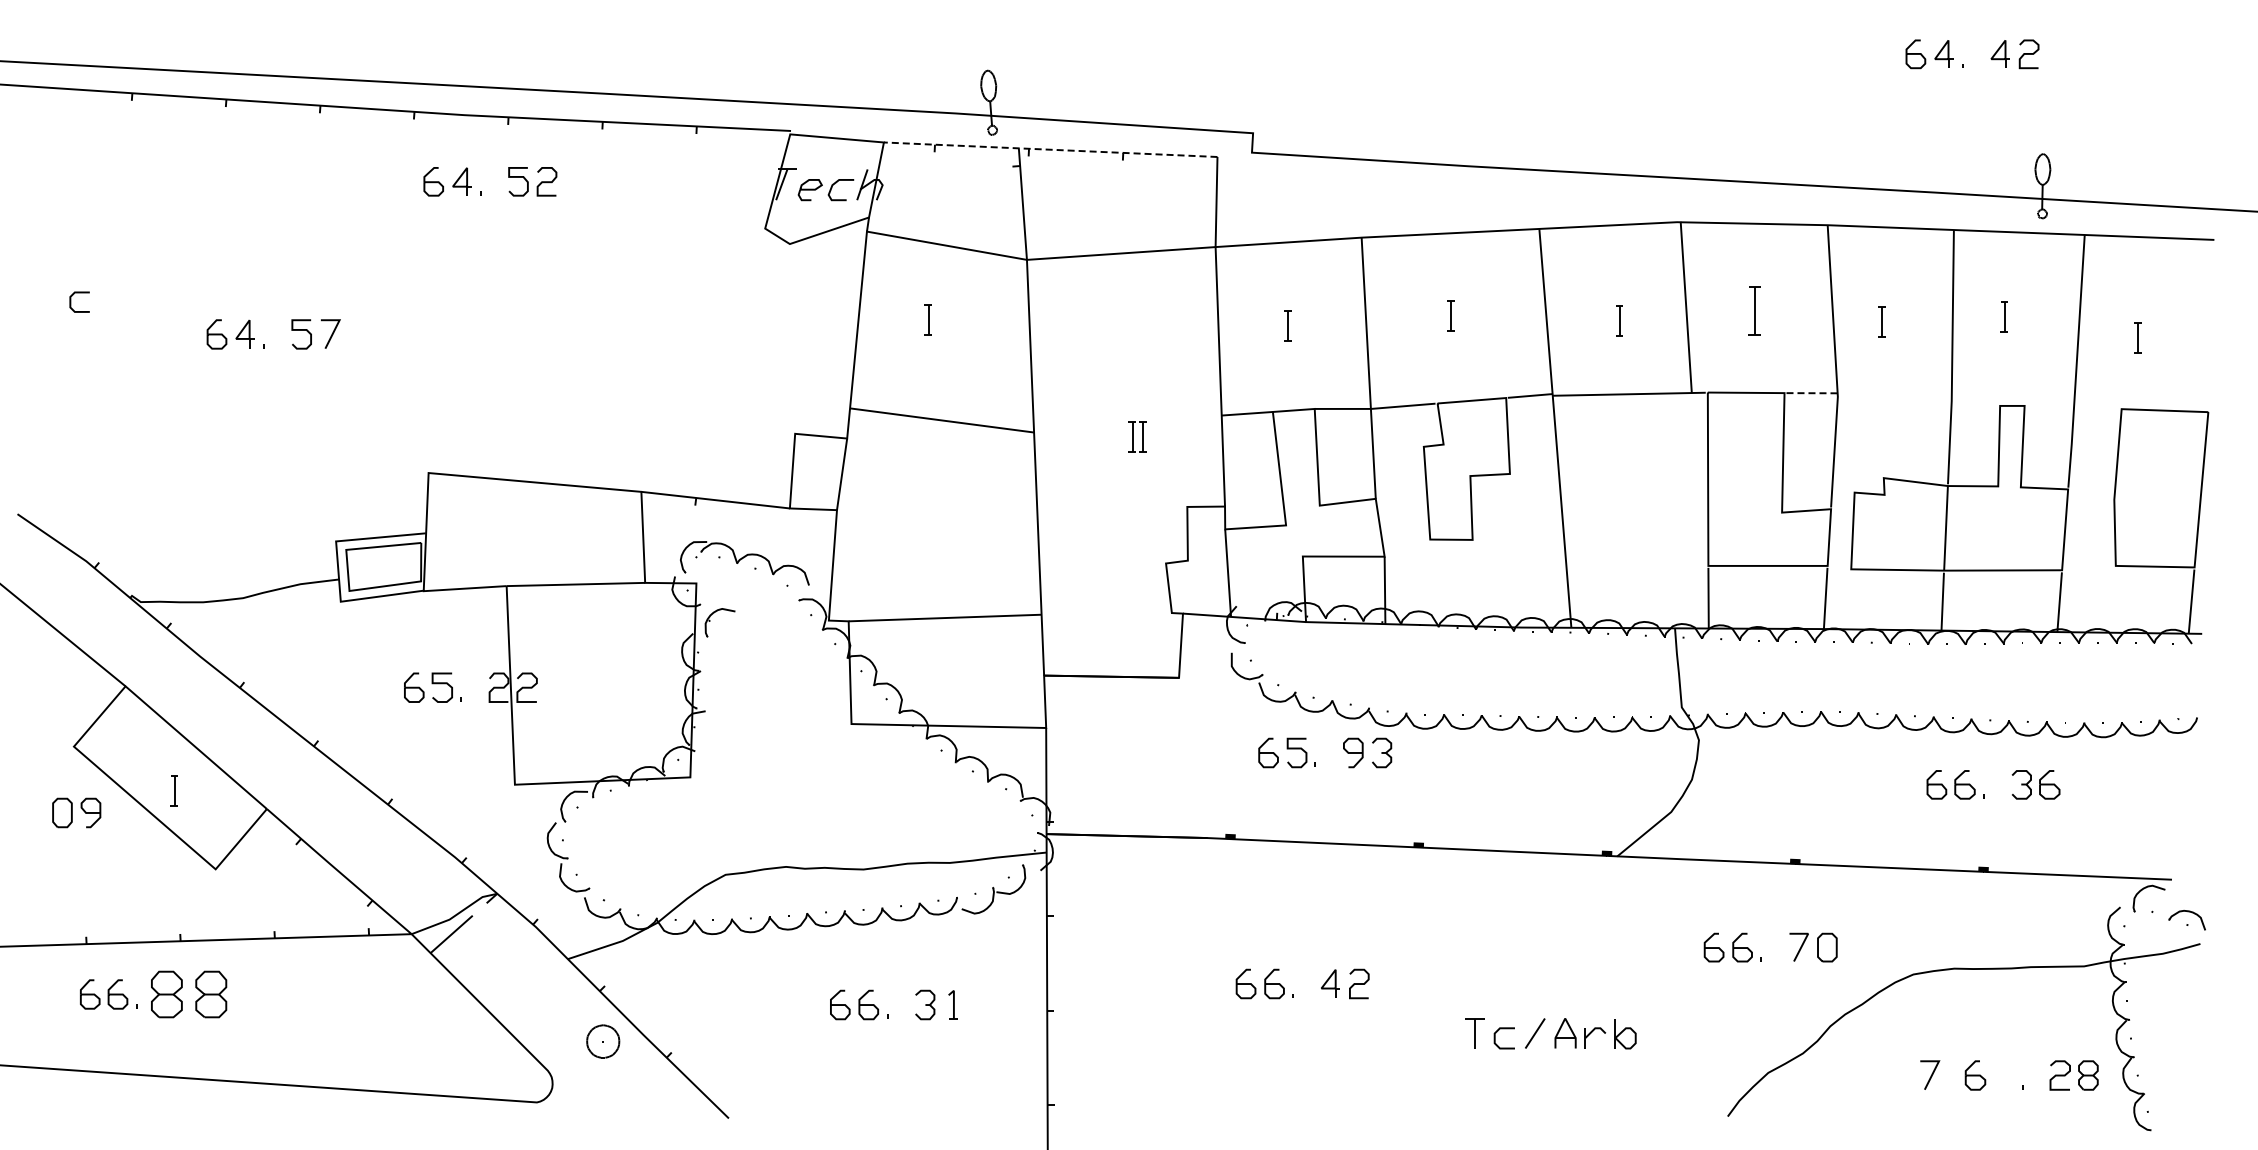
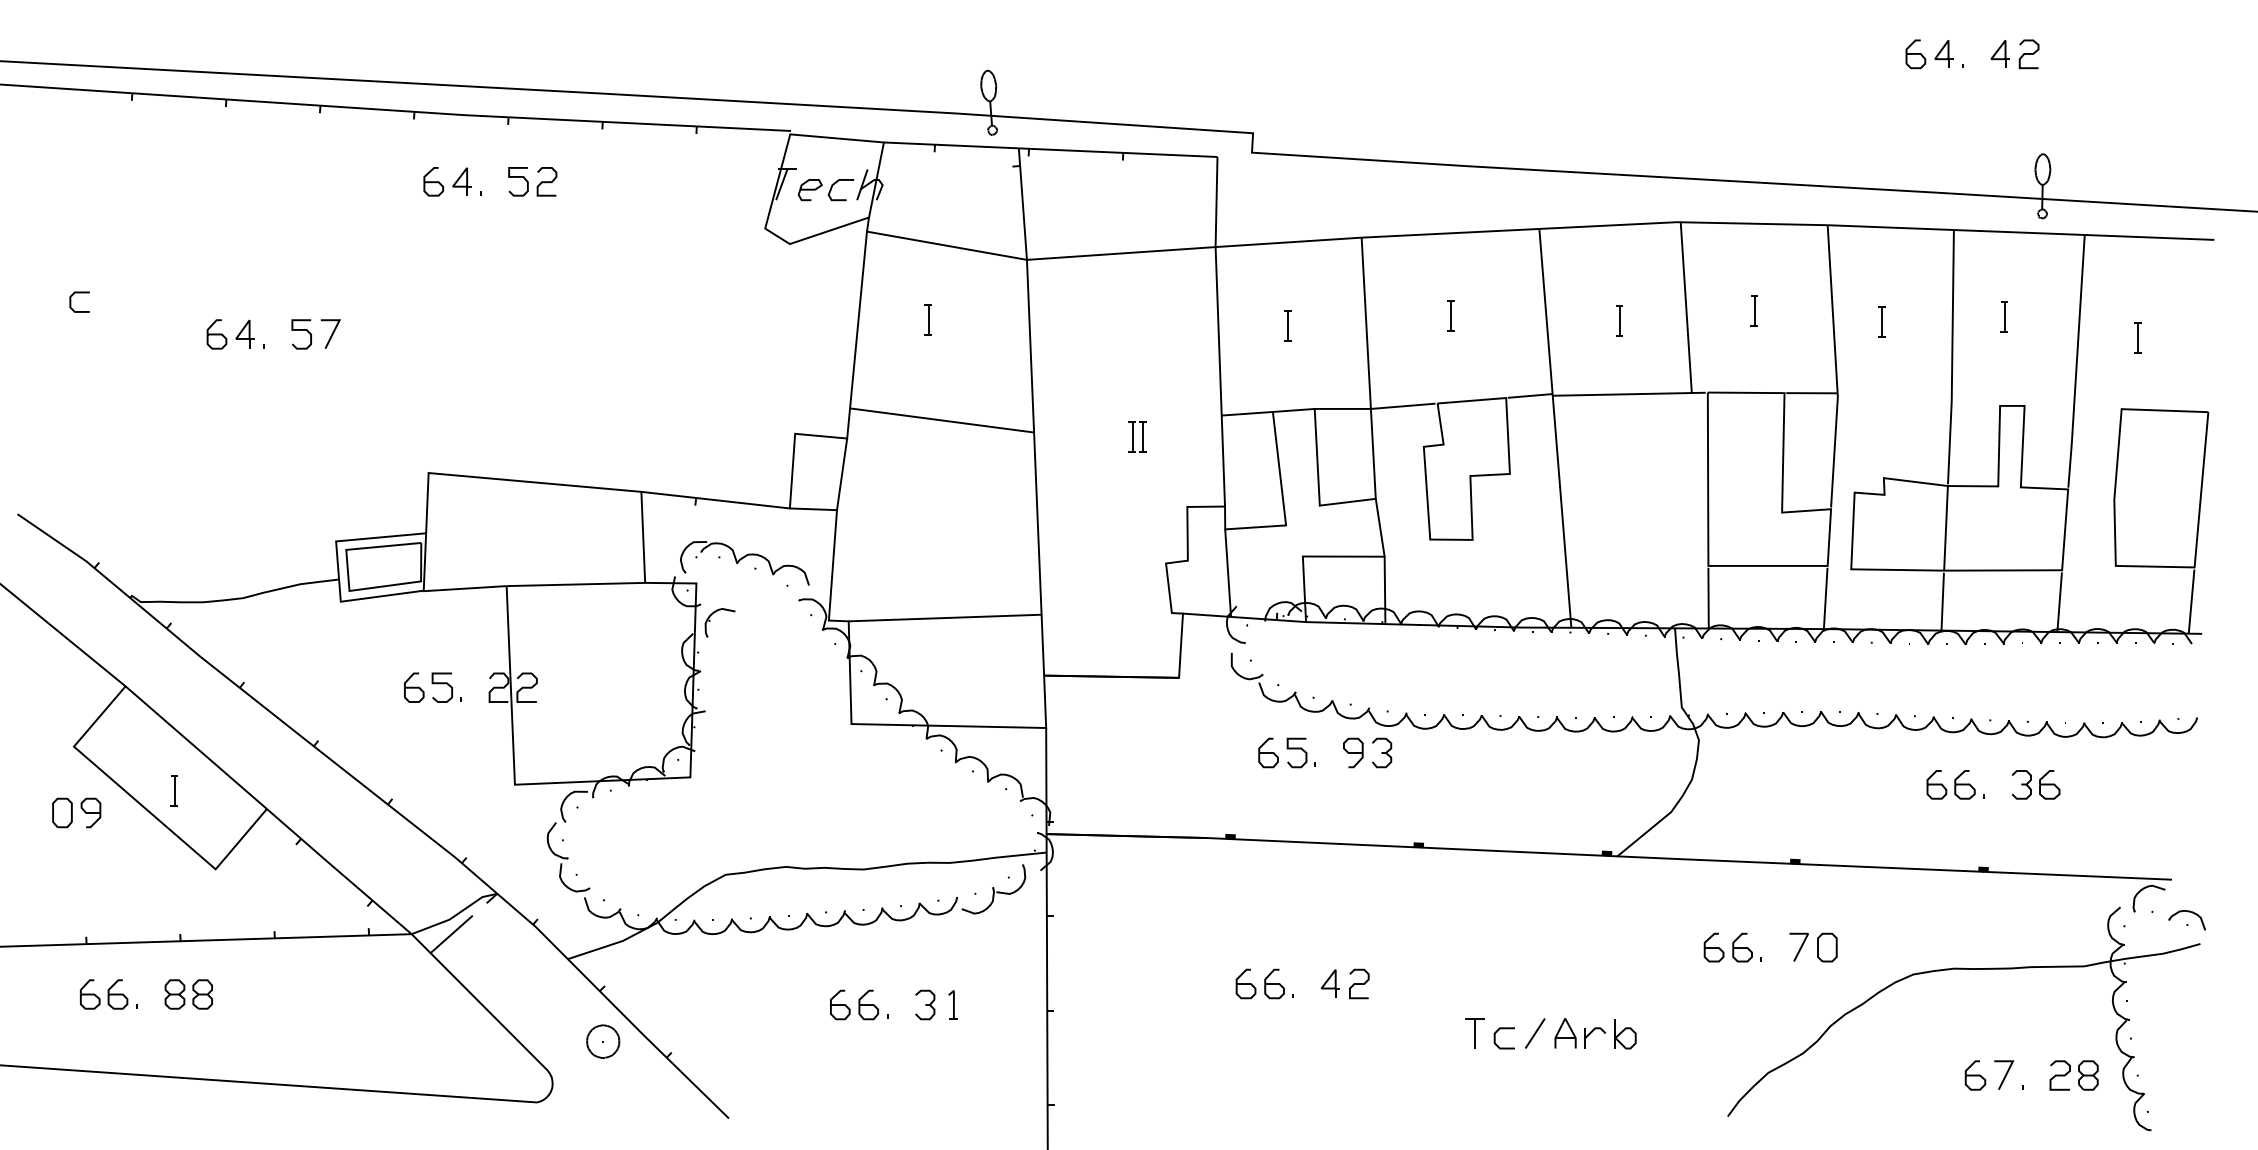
line at (1050, 149): dashed -> solid
part at (1754, 310) size: 13x50 px -> 8x32 px
line at (1811, 393): dashed -> solid
part at (189, 994) size: 77x49 px -> 49x31 px
line at (1931, 1074) position: (1931, 1074) -> (2005, 1074)
